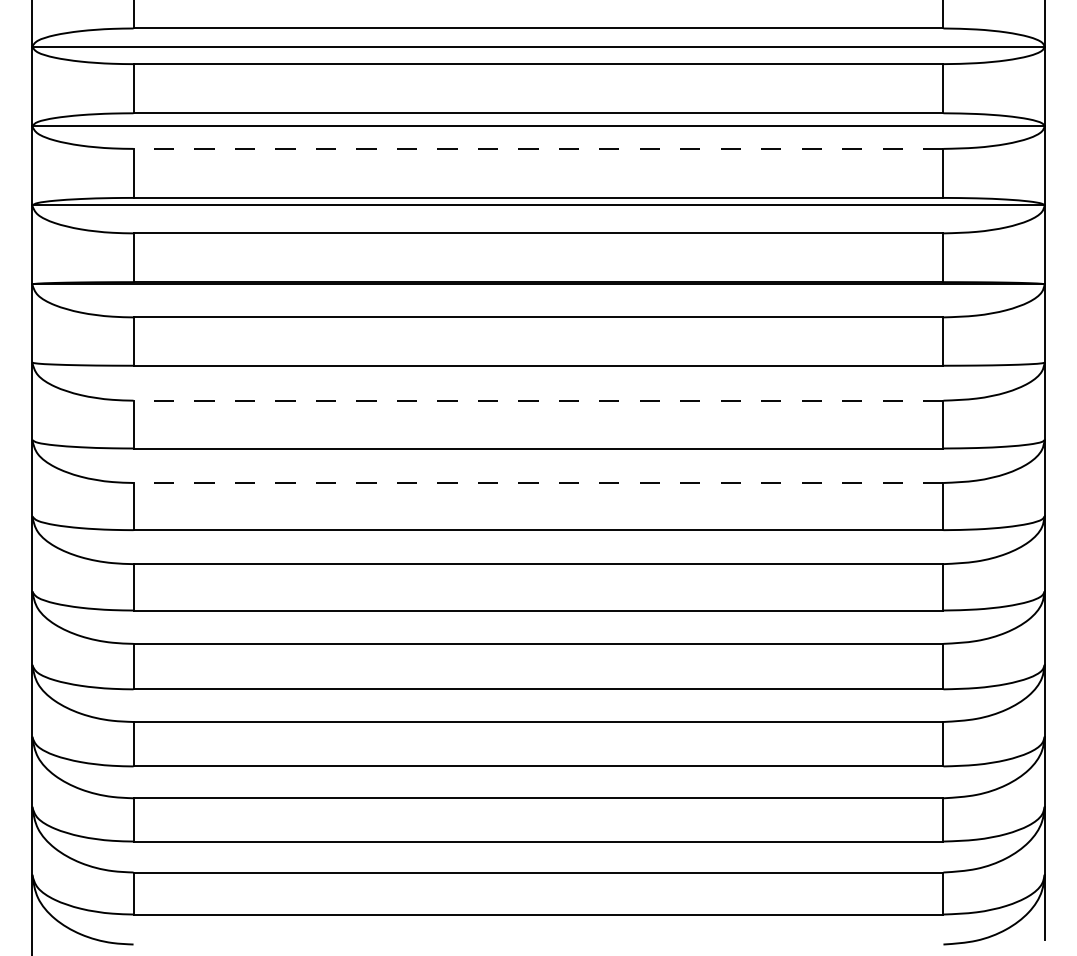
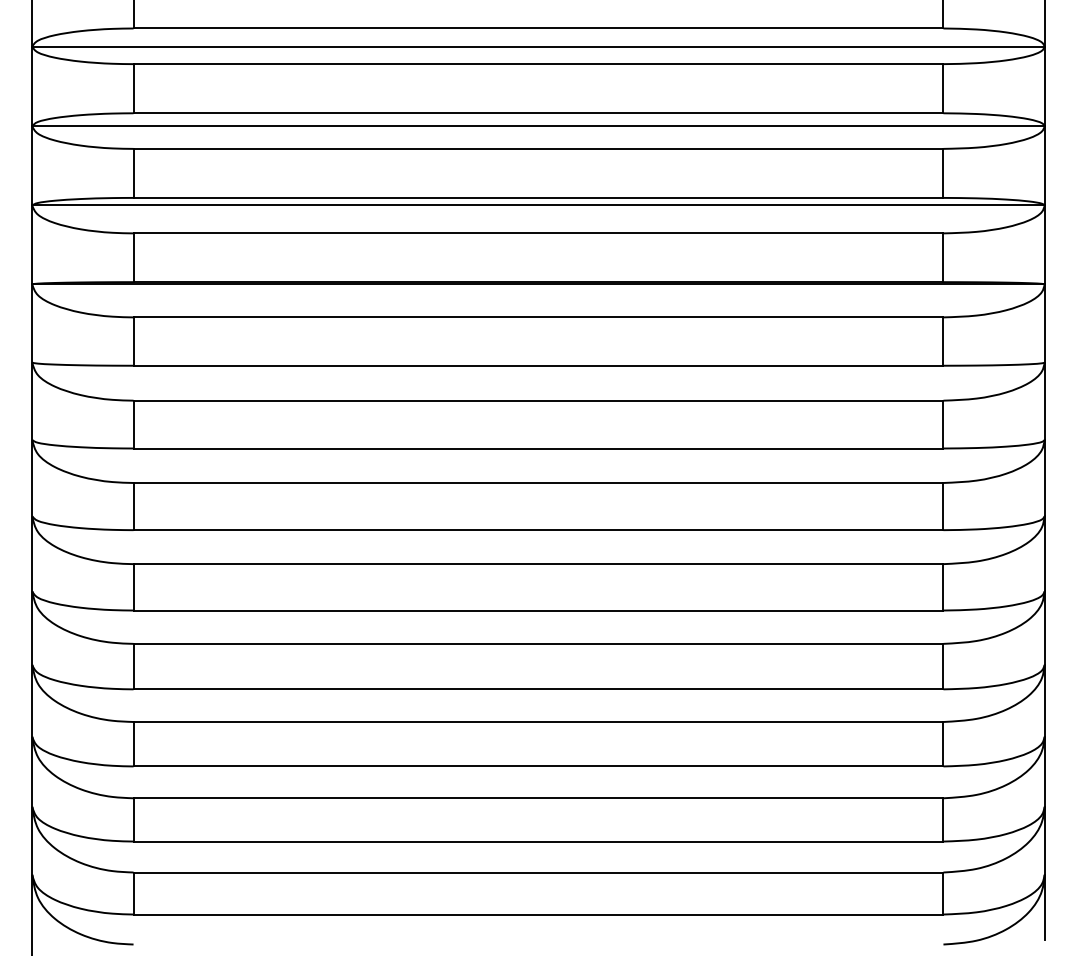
line at (538, 148): dashed -> solid
line at (538, 400): dashed -> solid
line at (538, 482): dashed -> solid
